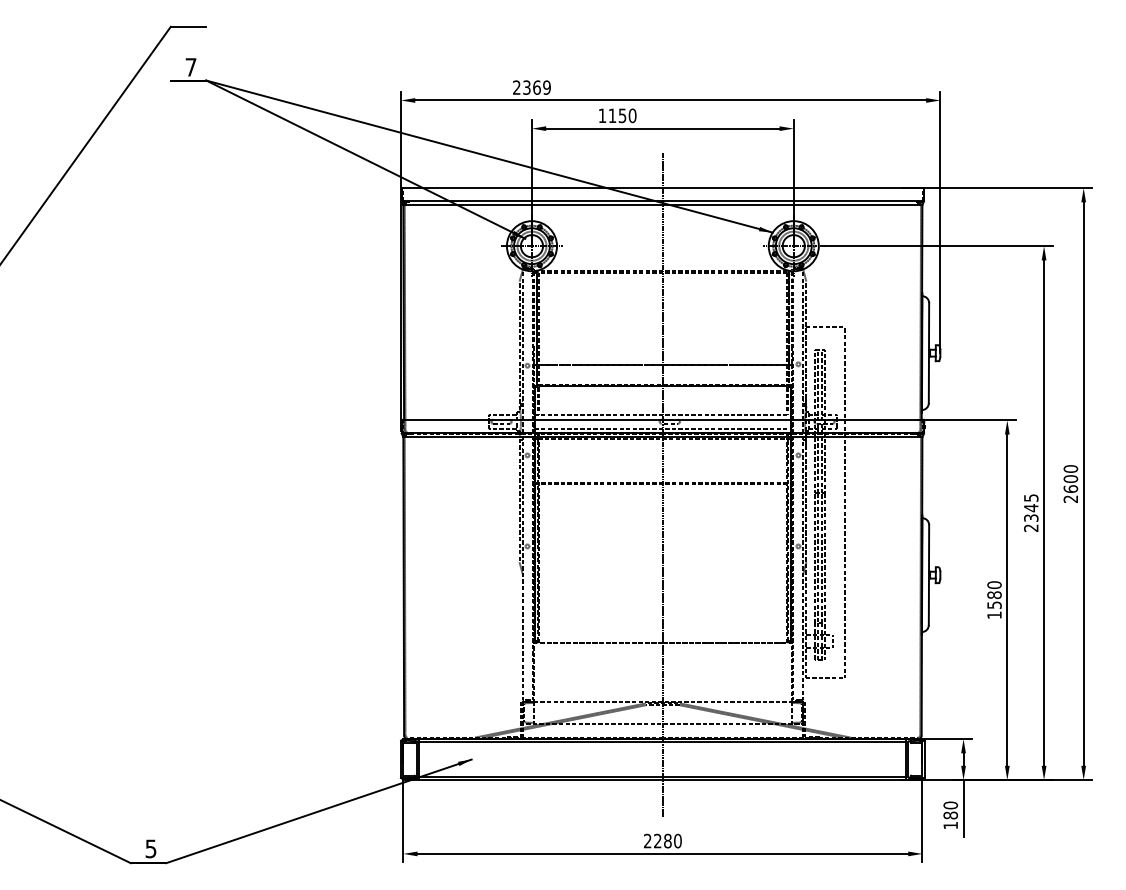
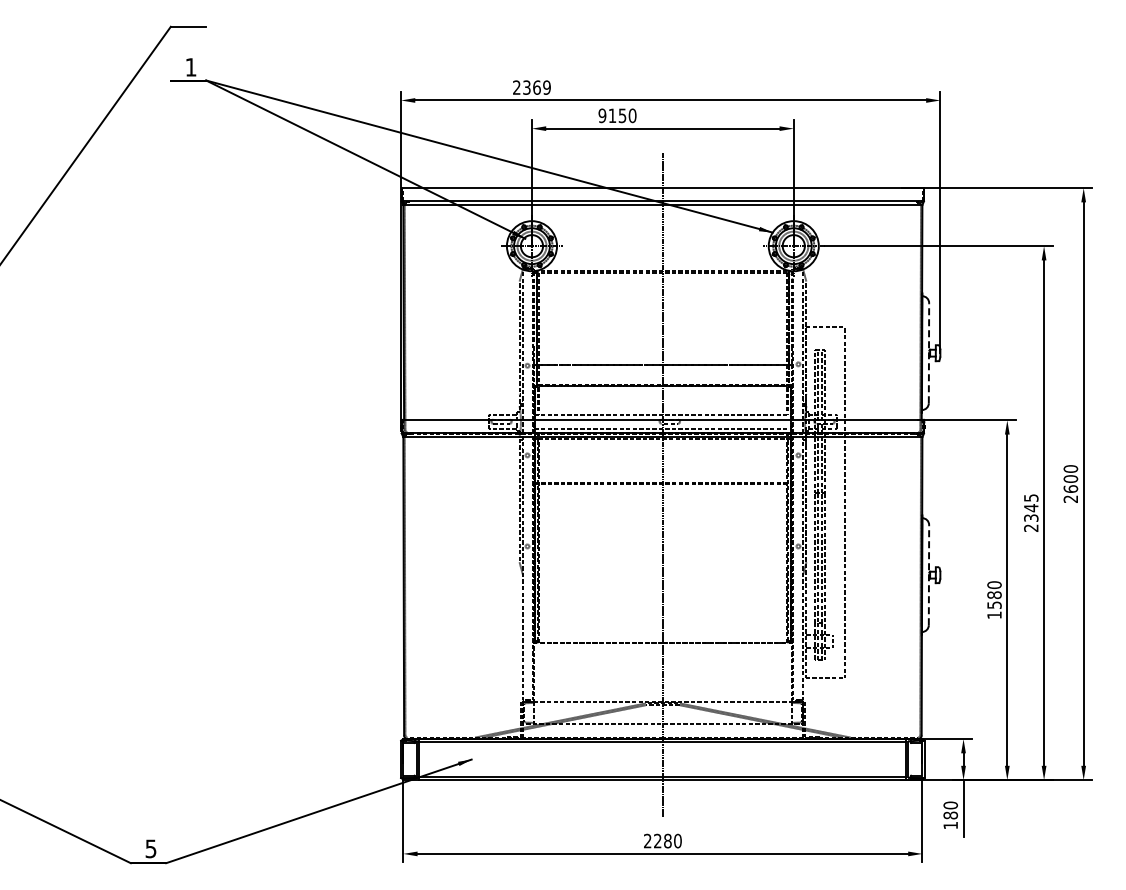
text at (190, 67): 7 -> 1
text at (602, 115): 1150 -> 9150
line at (928, 352): solid -> dashed
line at (928, 574): solid -> dashed
